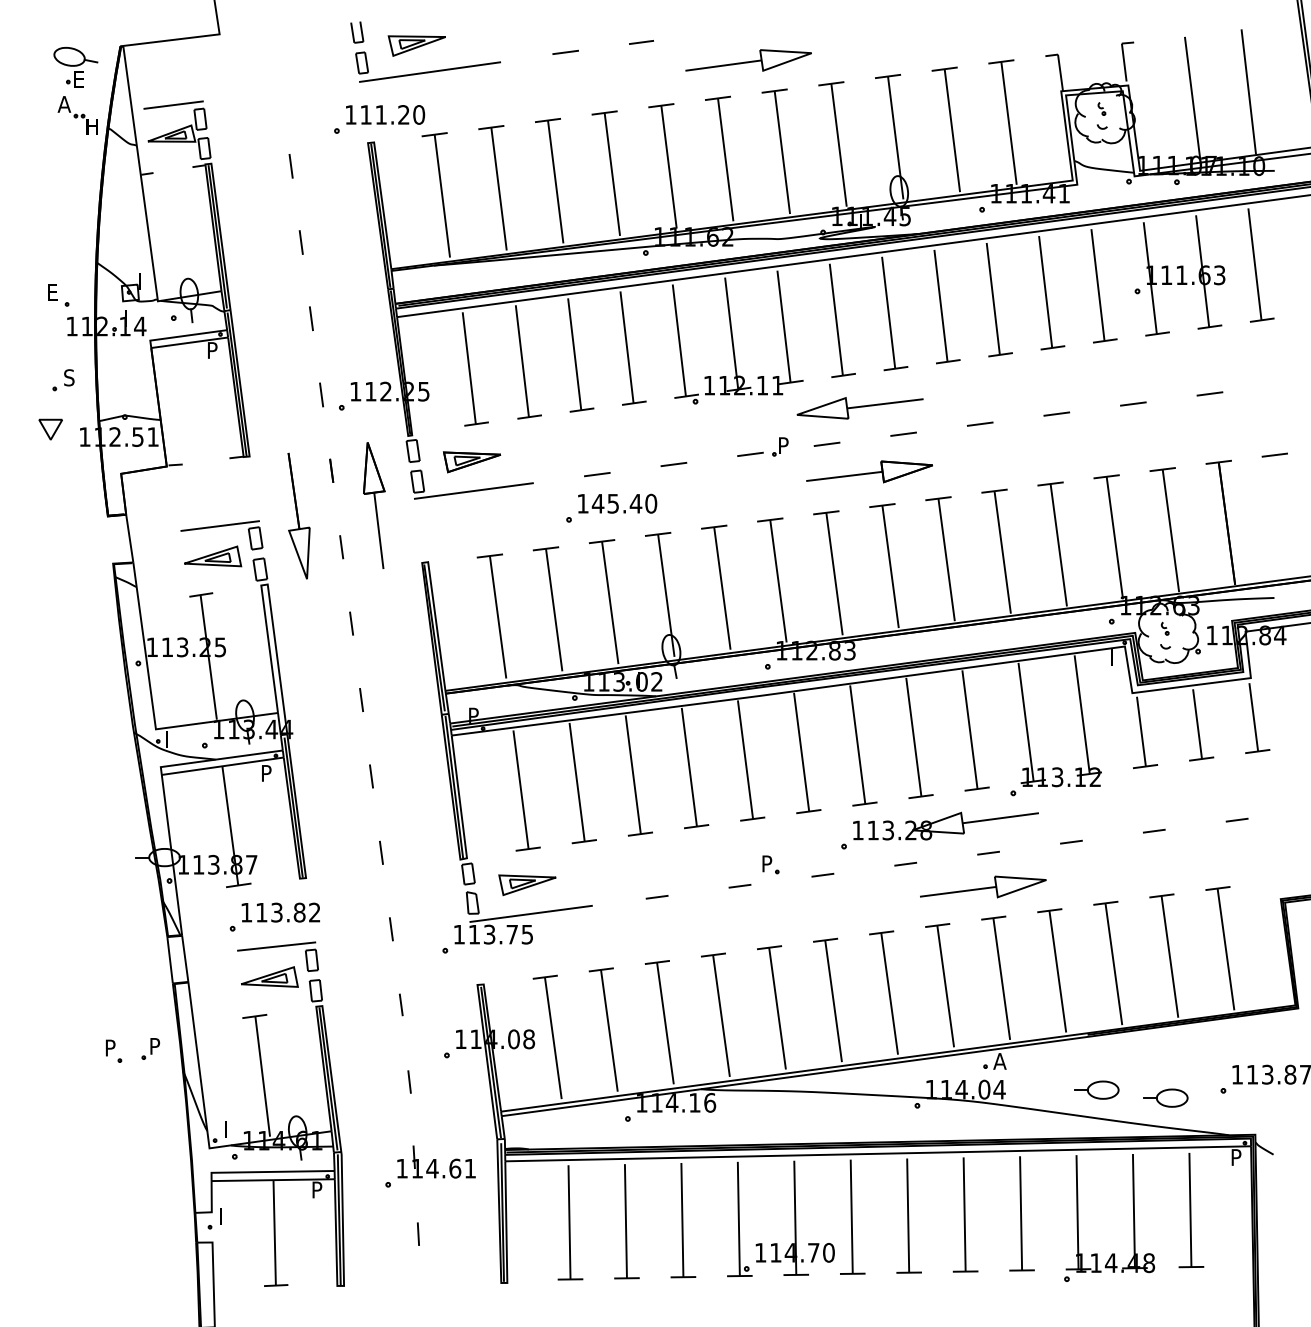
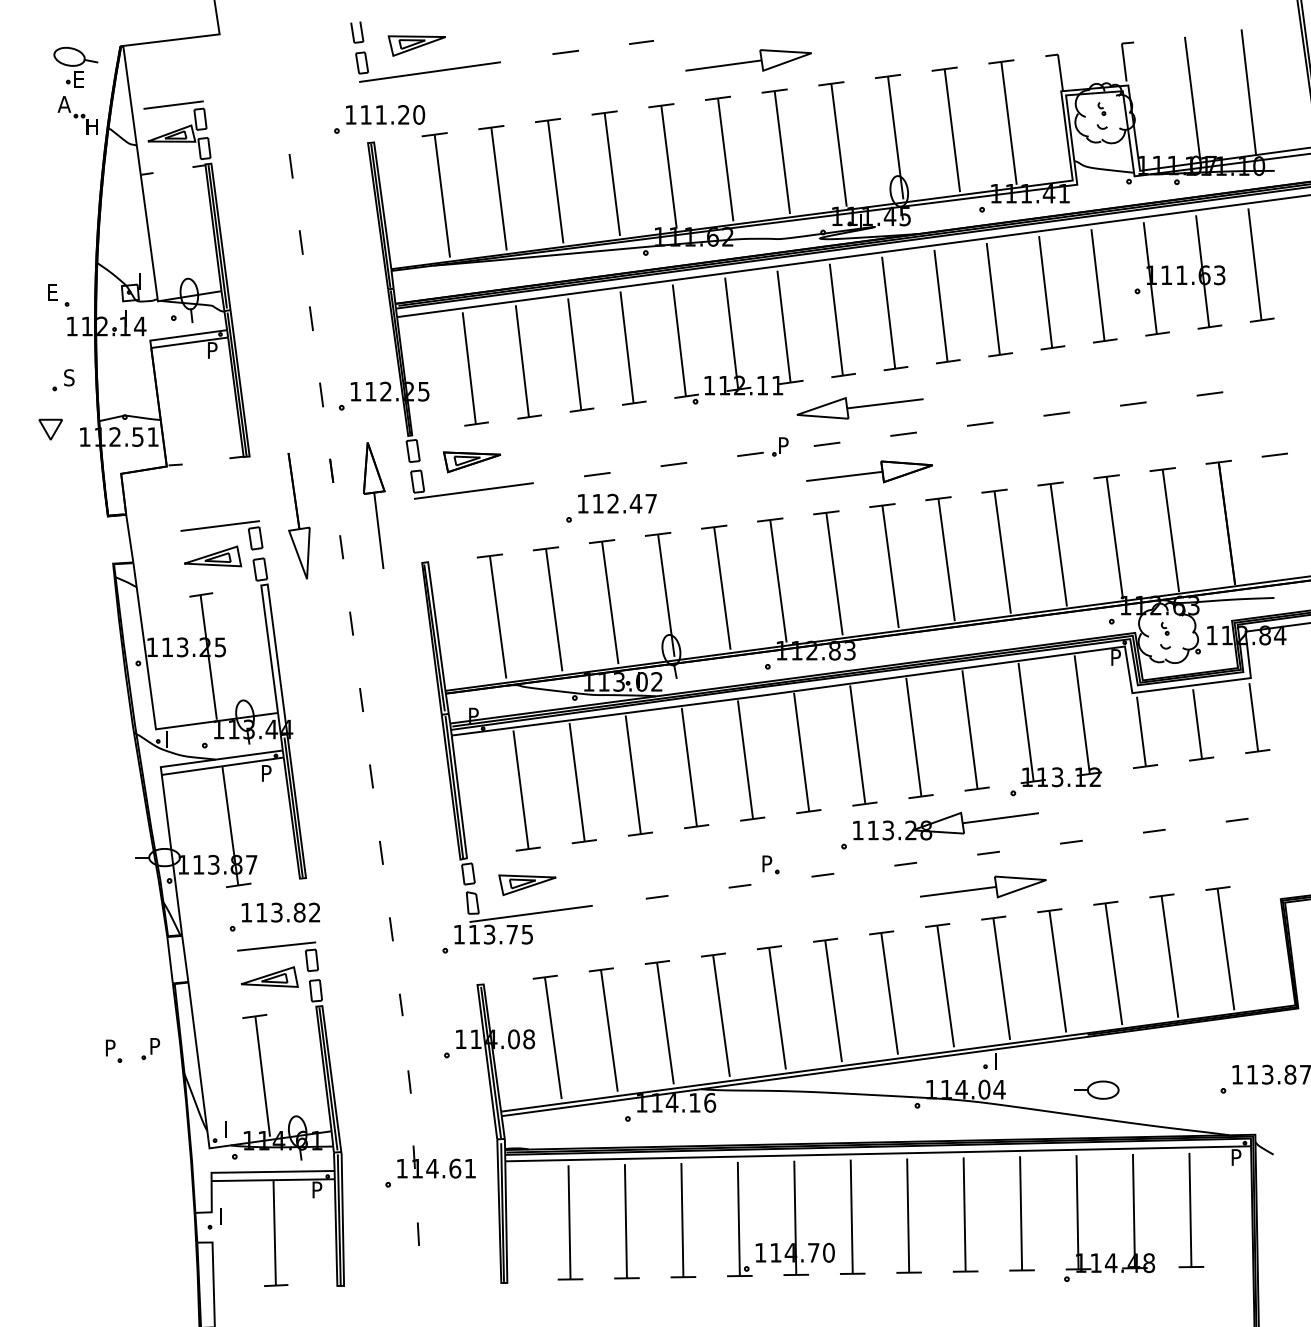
text at (624, 503): 145.40 -> 112.47
text at (1115, 657): I -> P
text at (999, 1061): A -> I
part at (1165, 1097): present -> none
